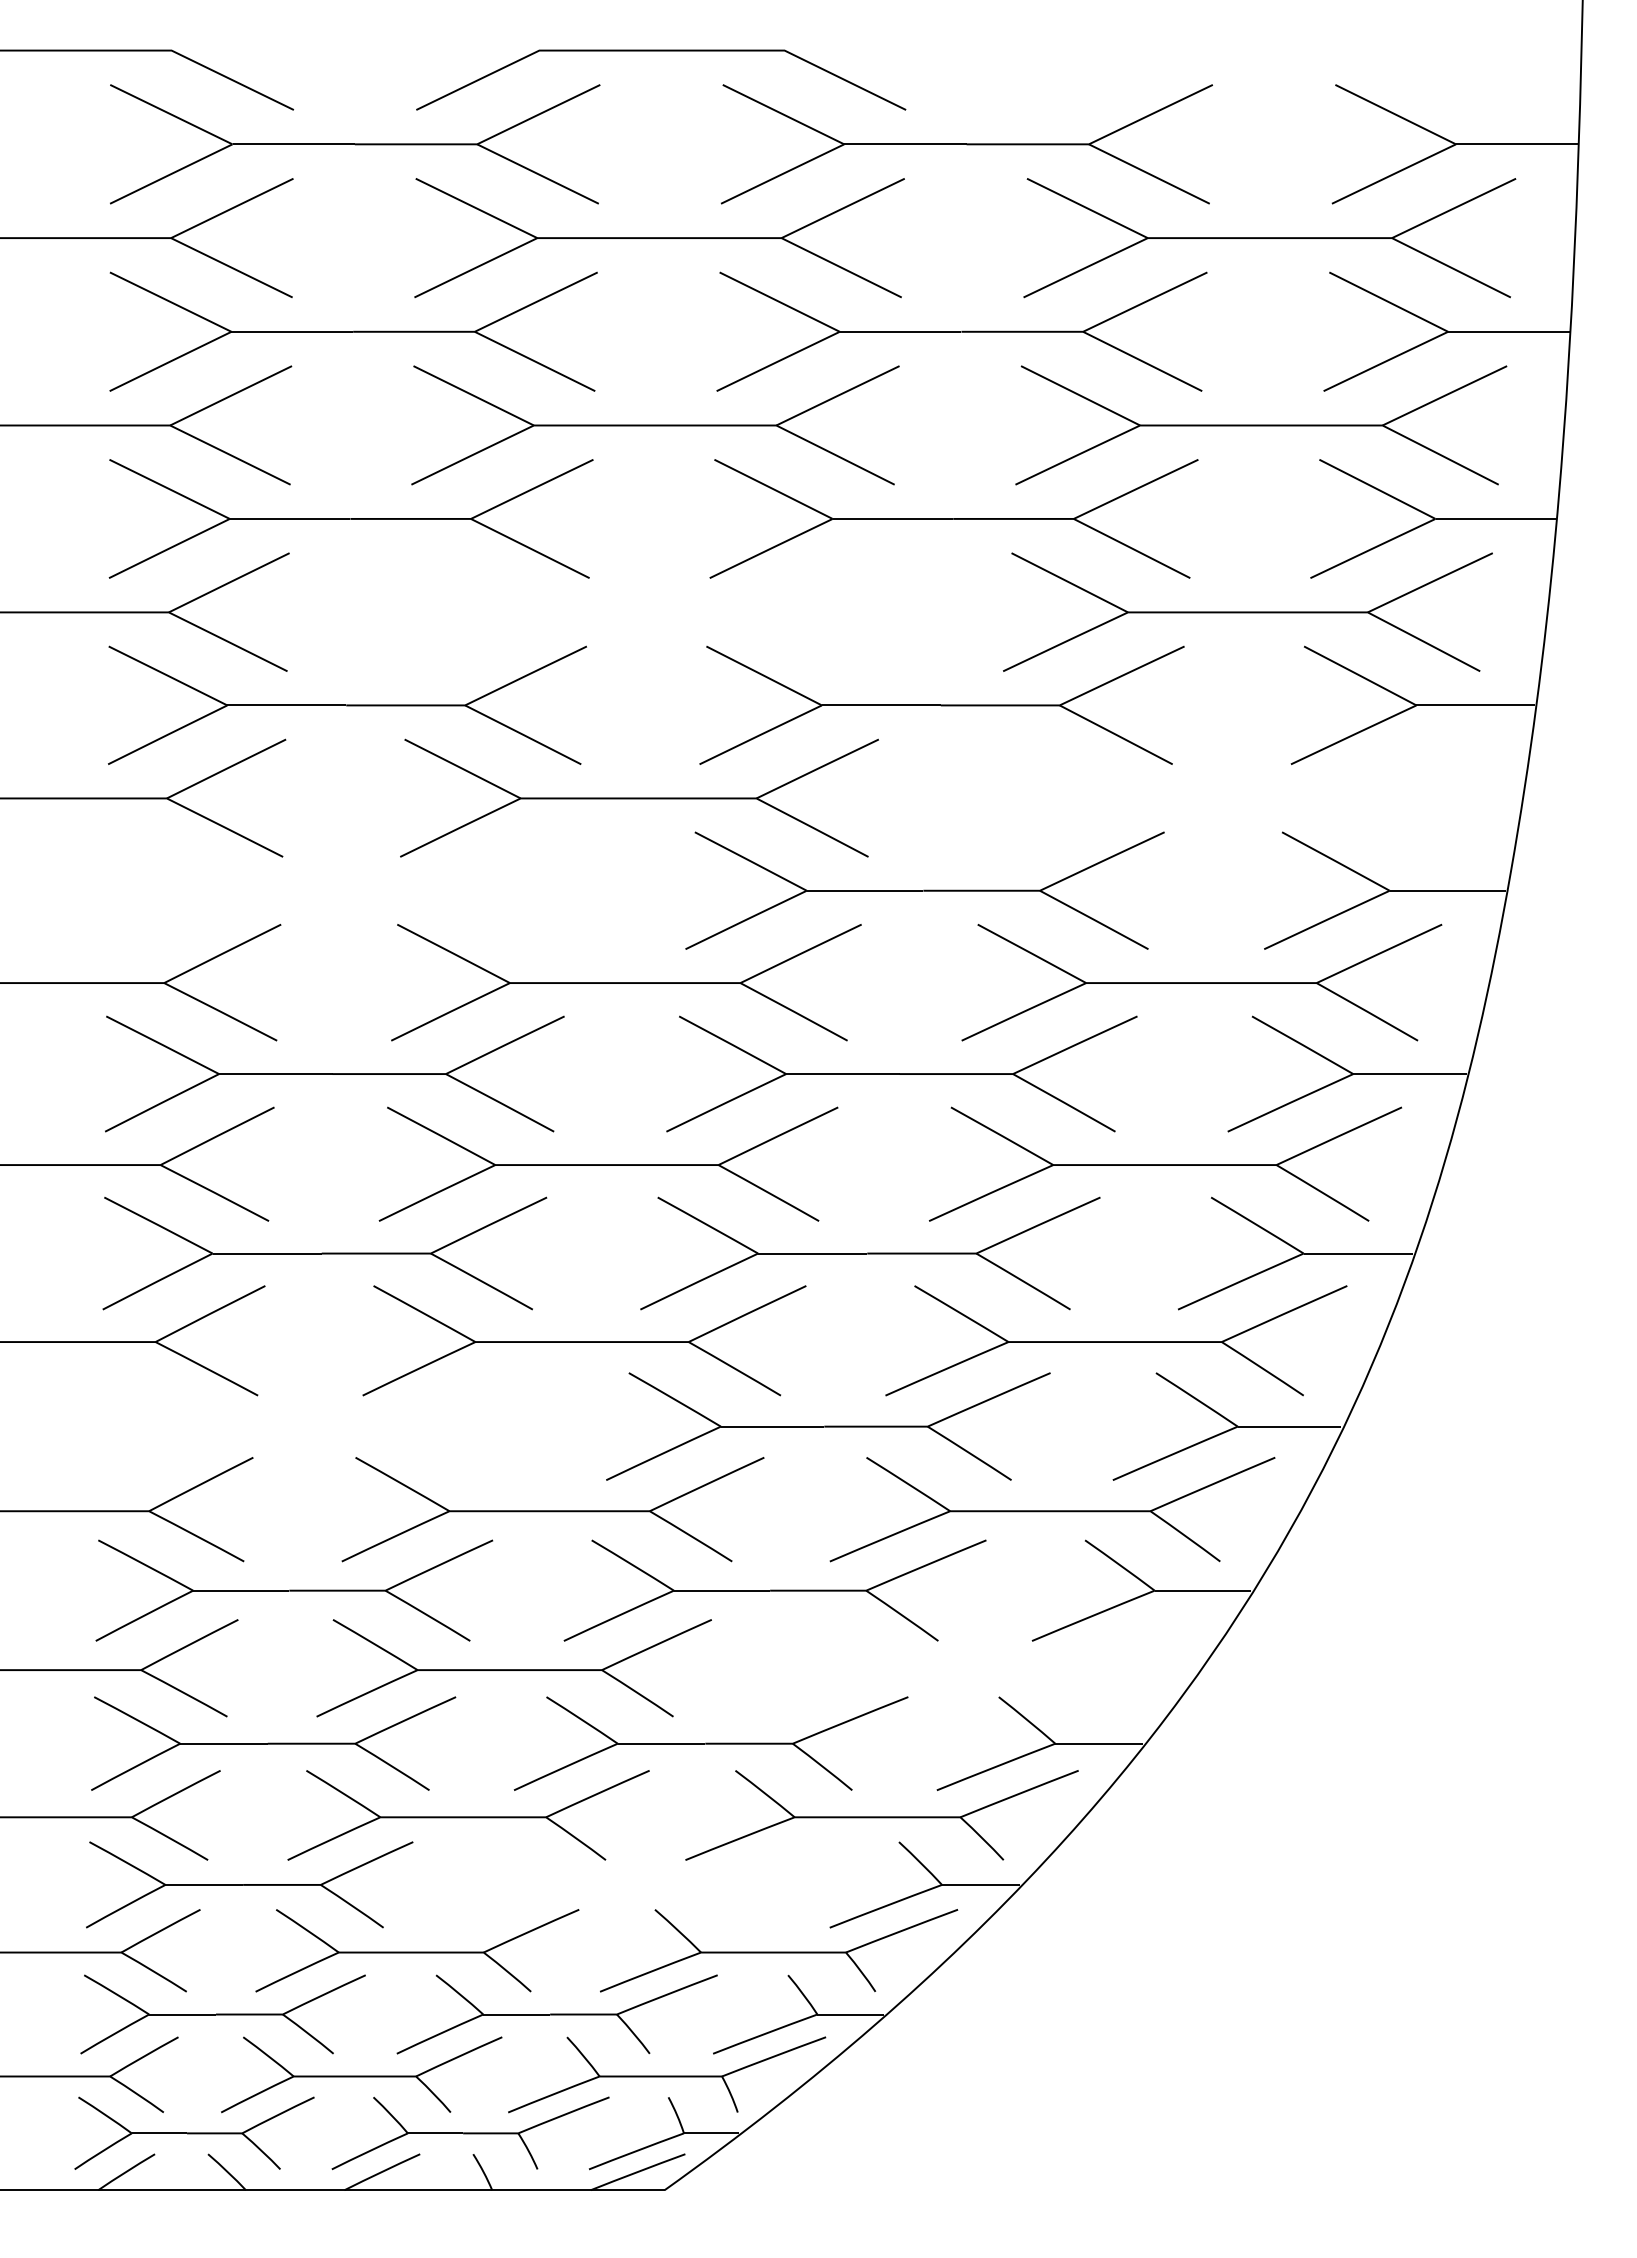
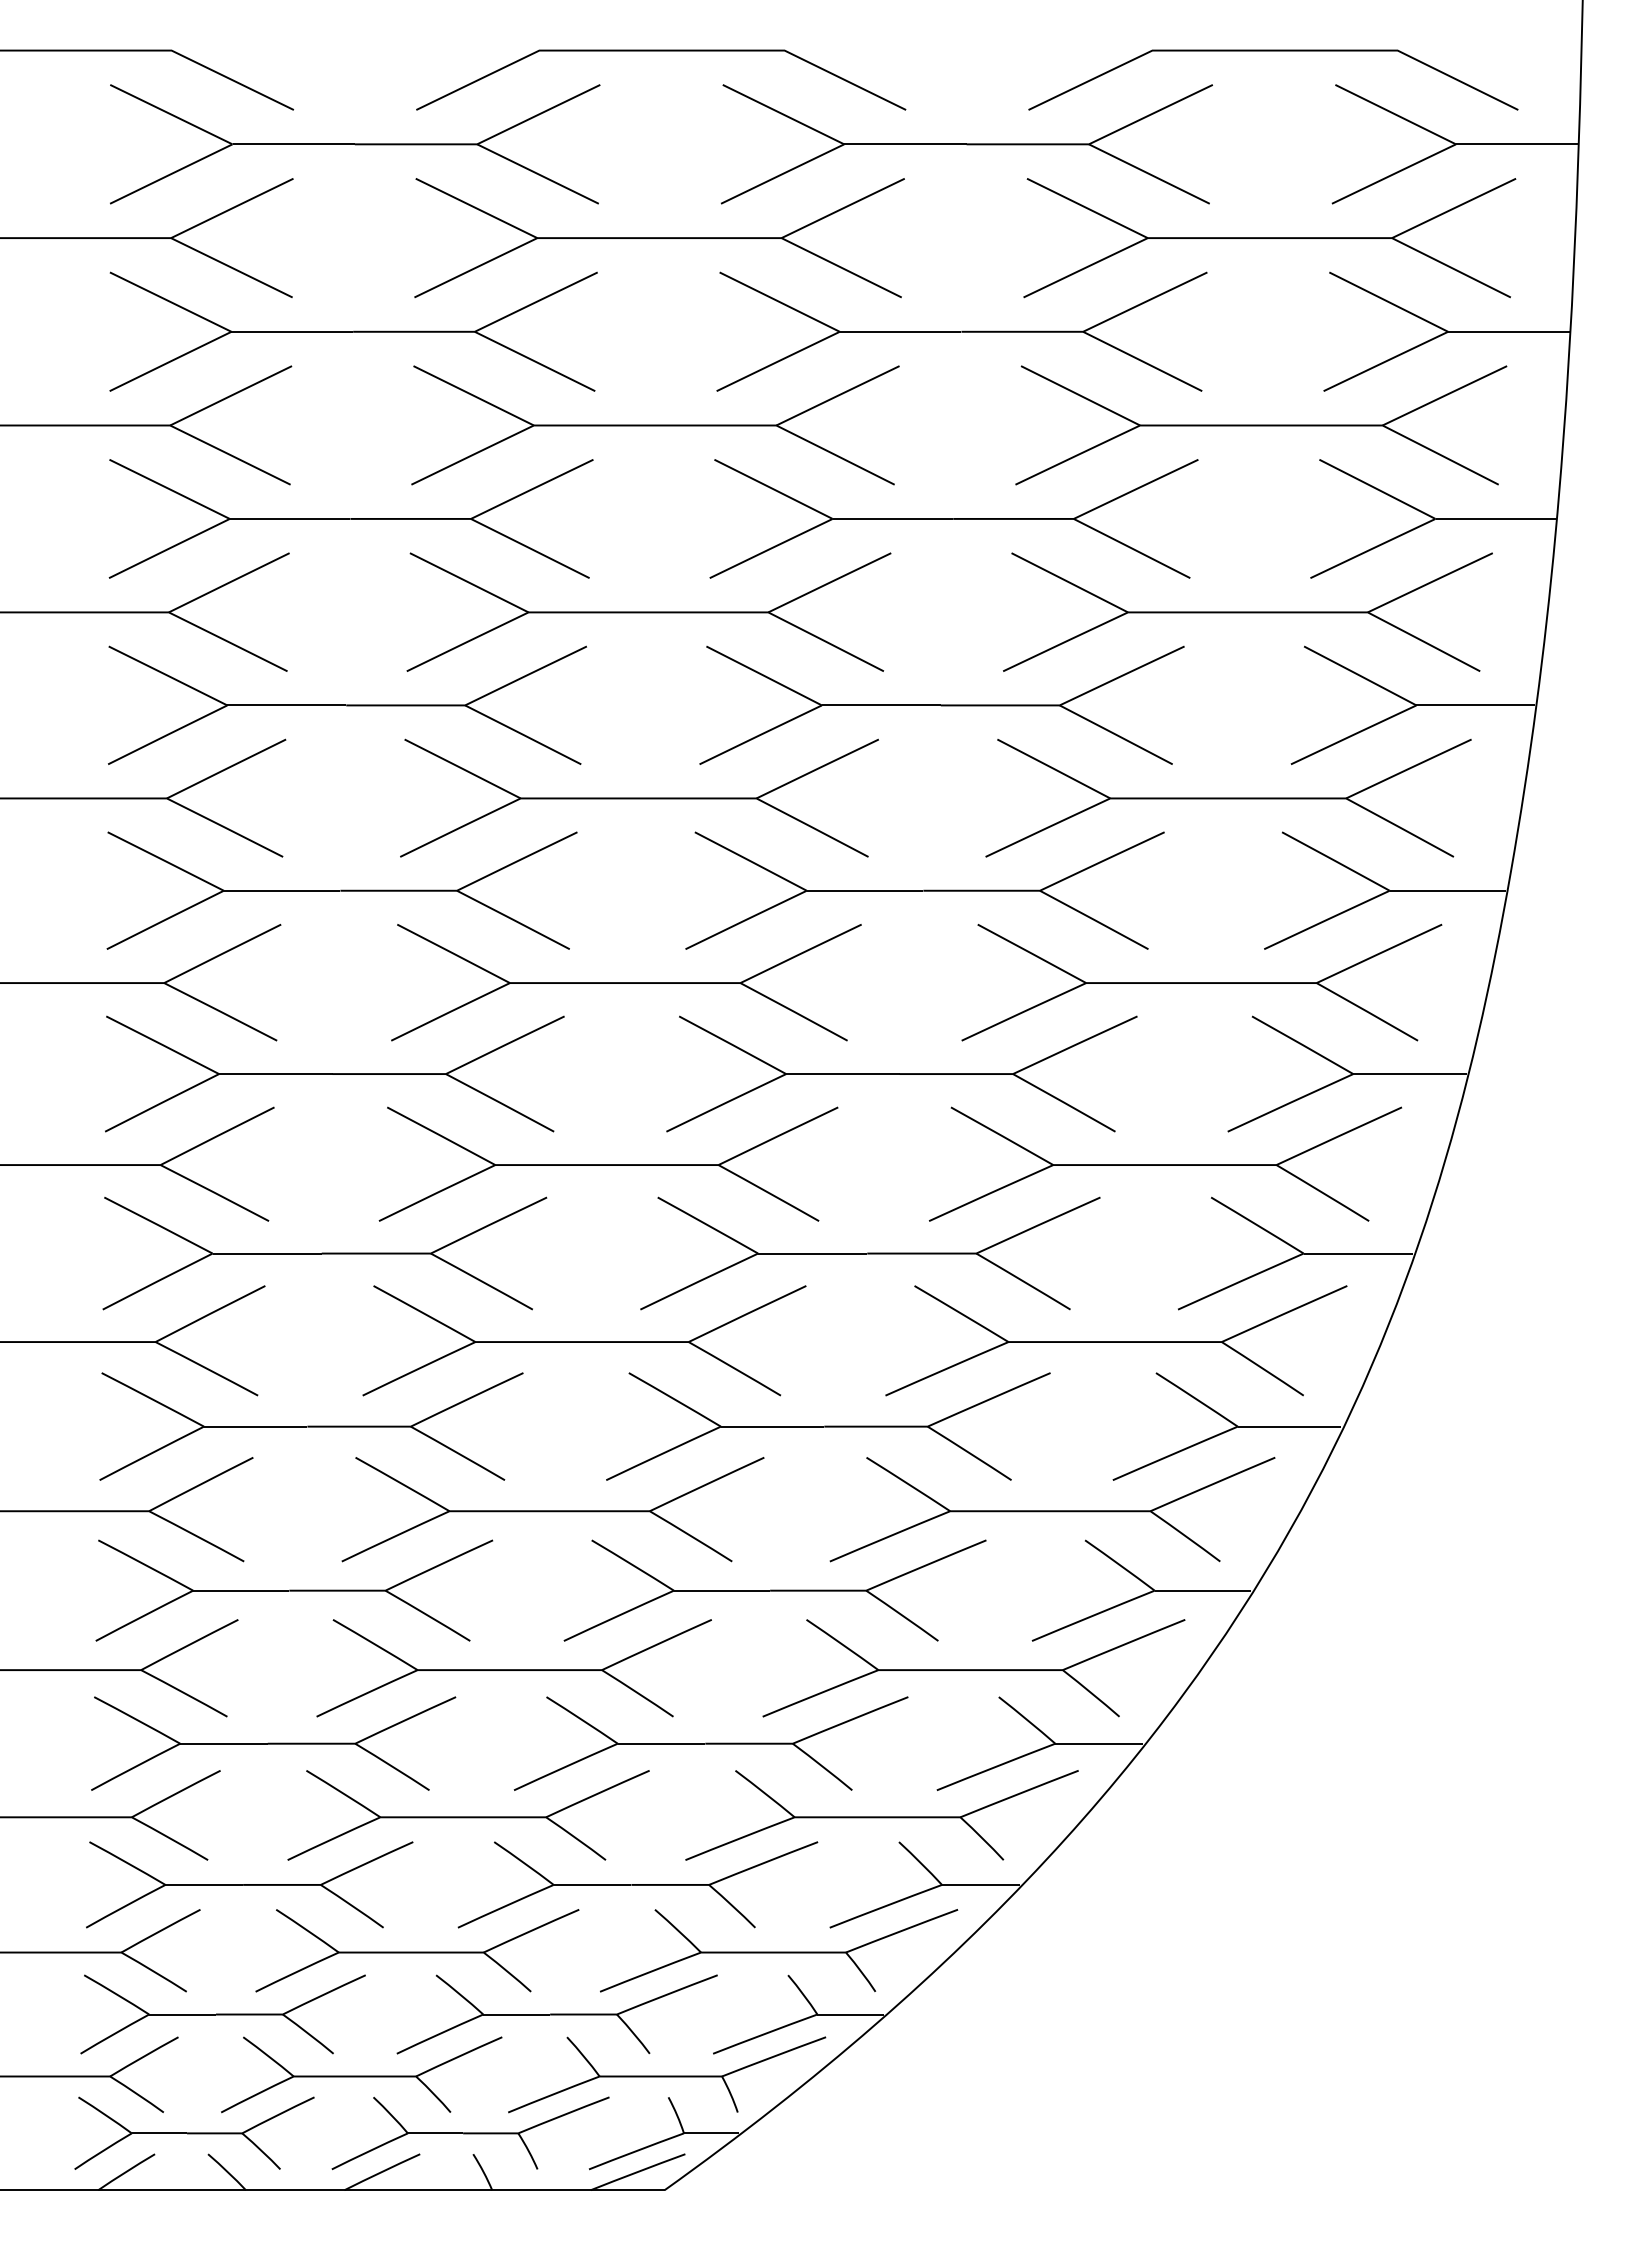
curve at (1273, 51): none -> present
part at (648, 611): none -> present
part at (1228, 798): none -> present
part at (341, 890): none -> present
part at (311, 1426): none -> present
part at (973, 1668): none -> present
part at (637, 1884): none -> present
